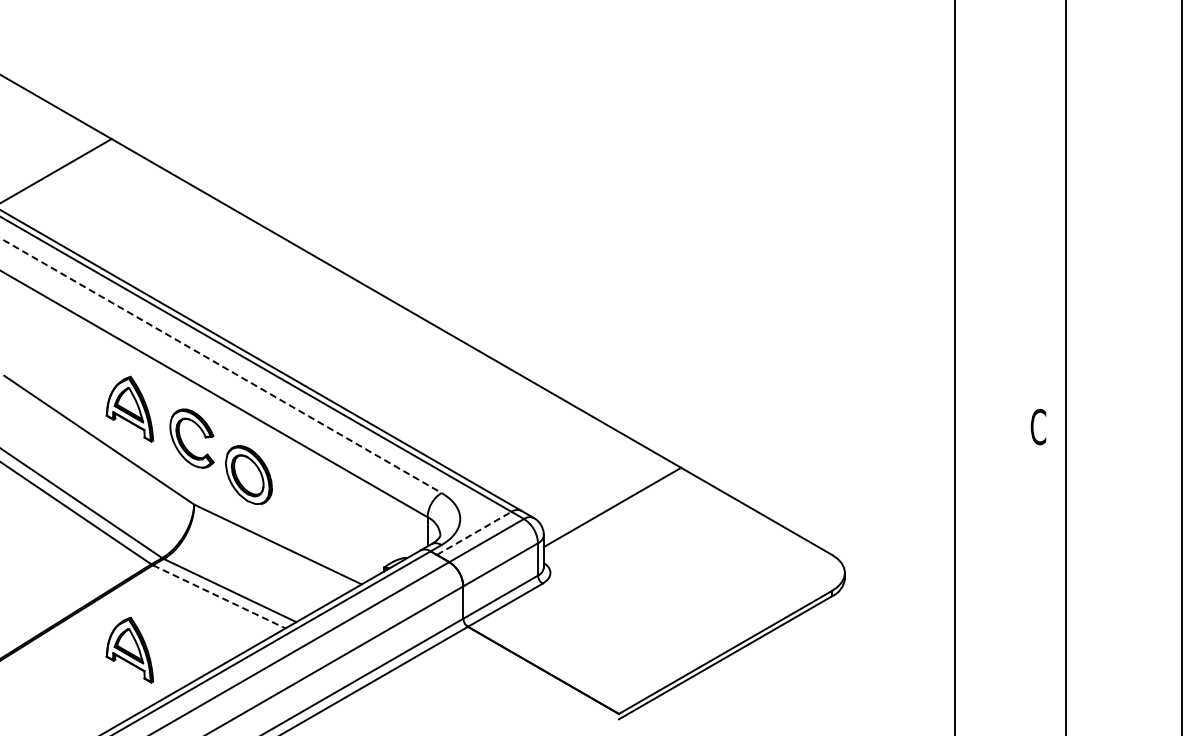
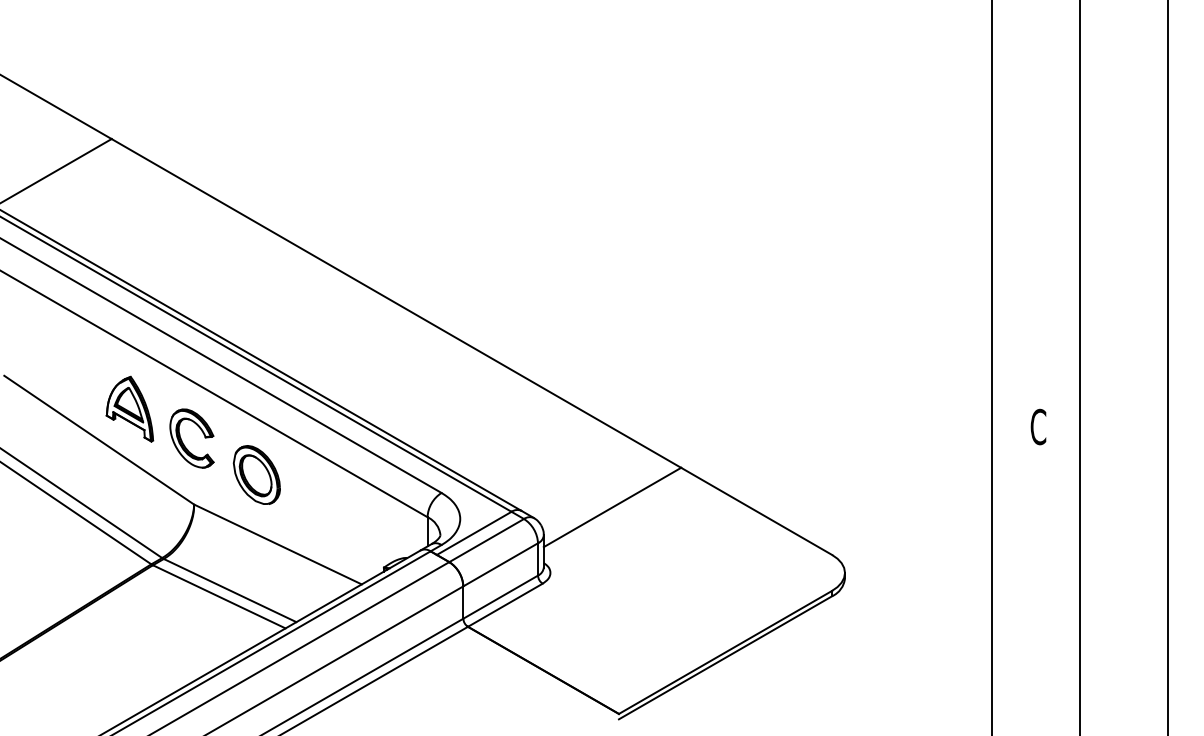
line at (221, 365): dashed -> solid
line at (954, 367) position: (954, 367) -> (991, 367)
line at (1065, 367) position: (1065, 367) -> (1079, 367)
line at (1181, 367) position: (1181, 367) -> (1167, 367)
part at (248, 474) position: (248, 474) -> (256, 474)
line at (474, 533): dashed -> solid
line at (219, 597): dashed -> solid
part at (129, 649): present -> none
